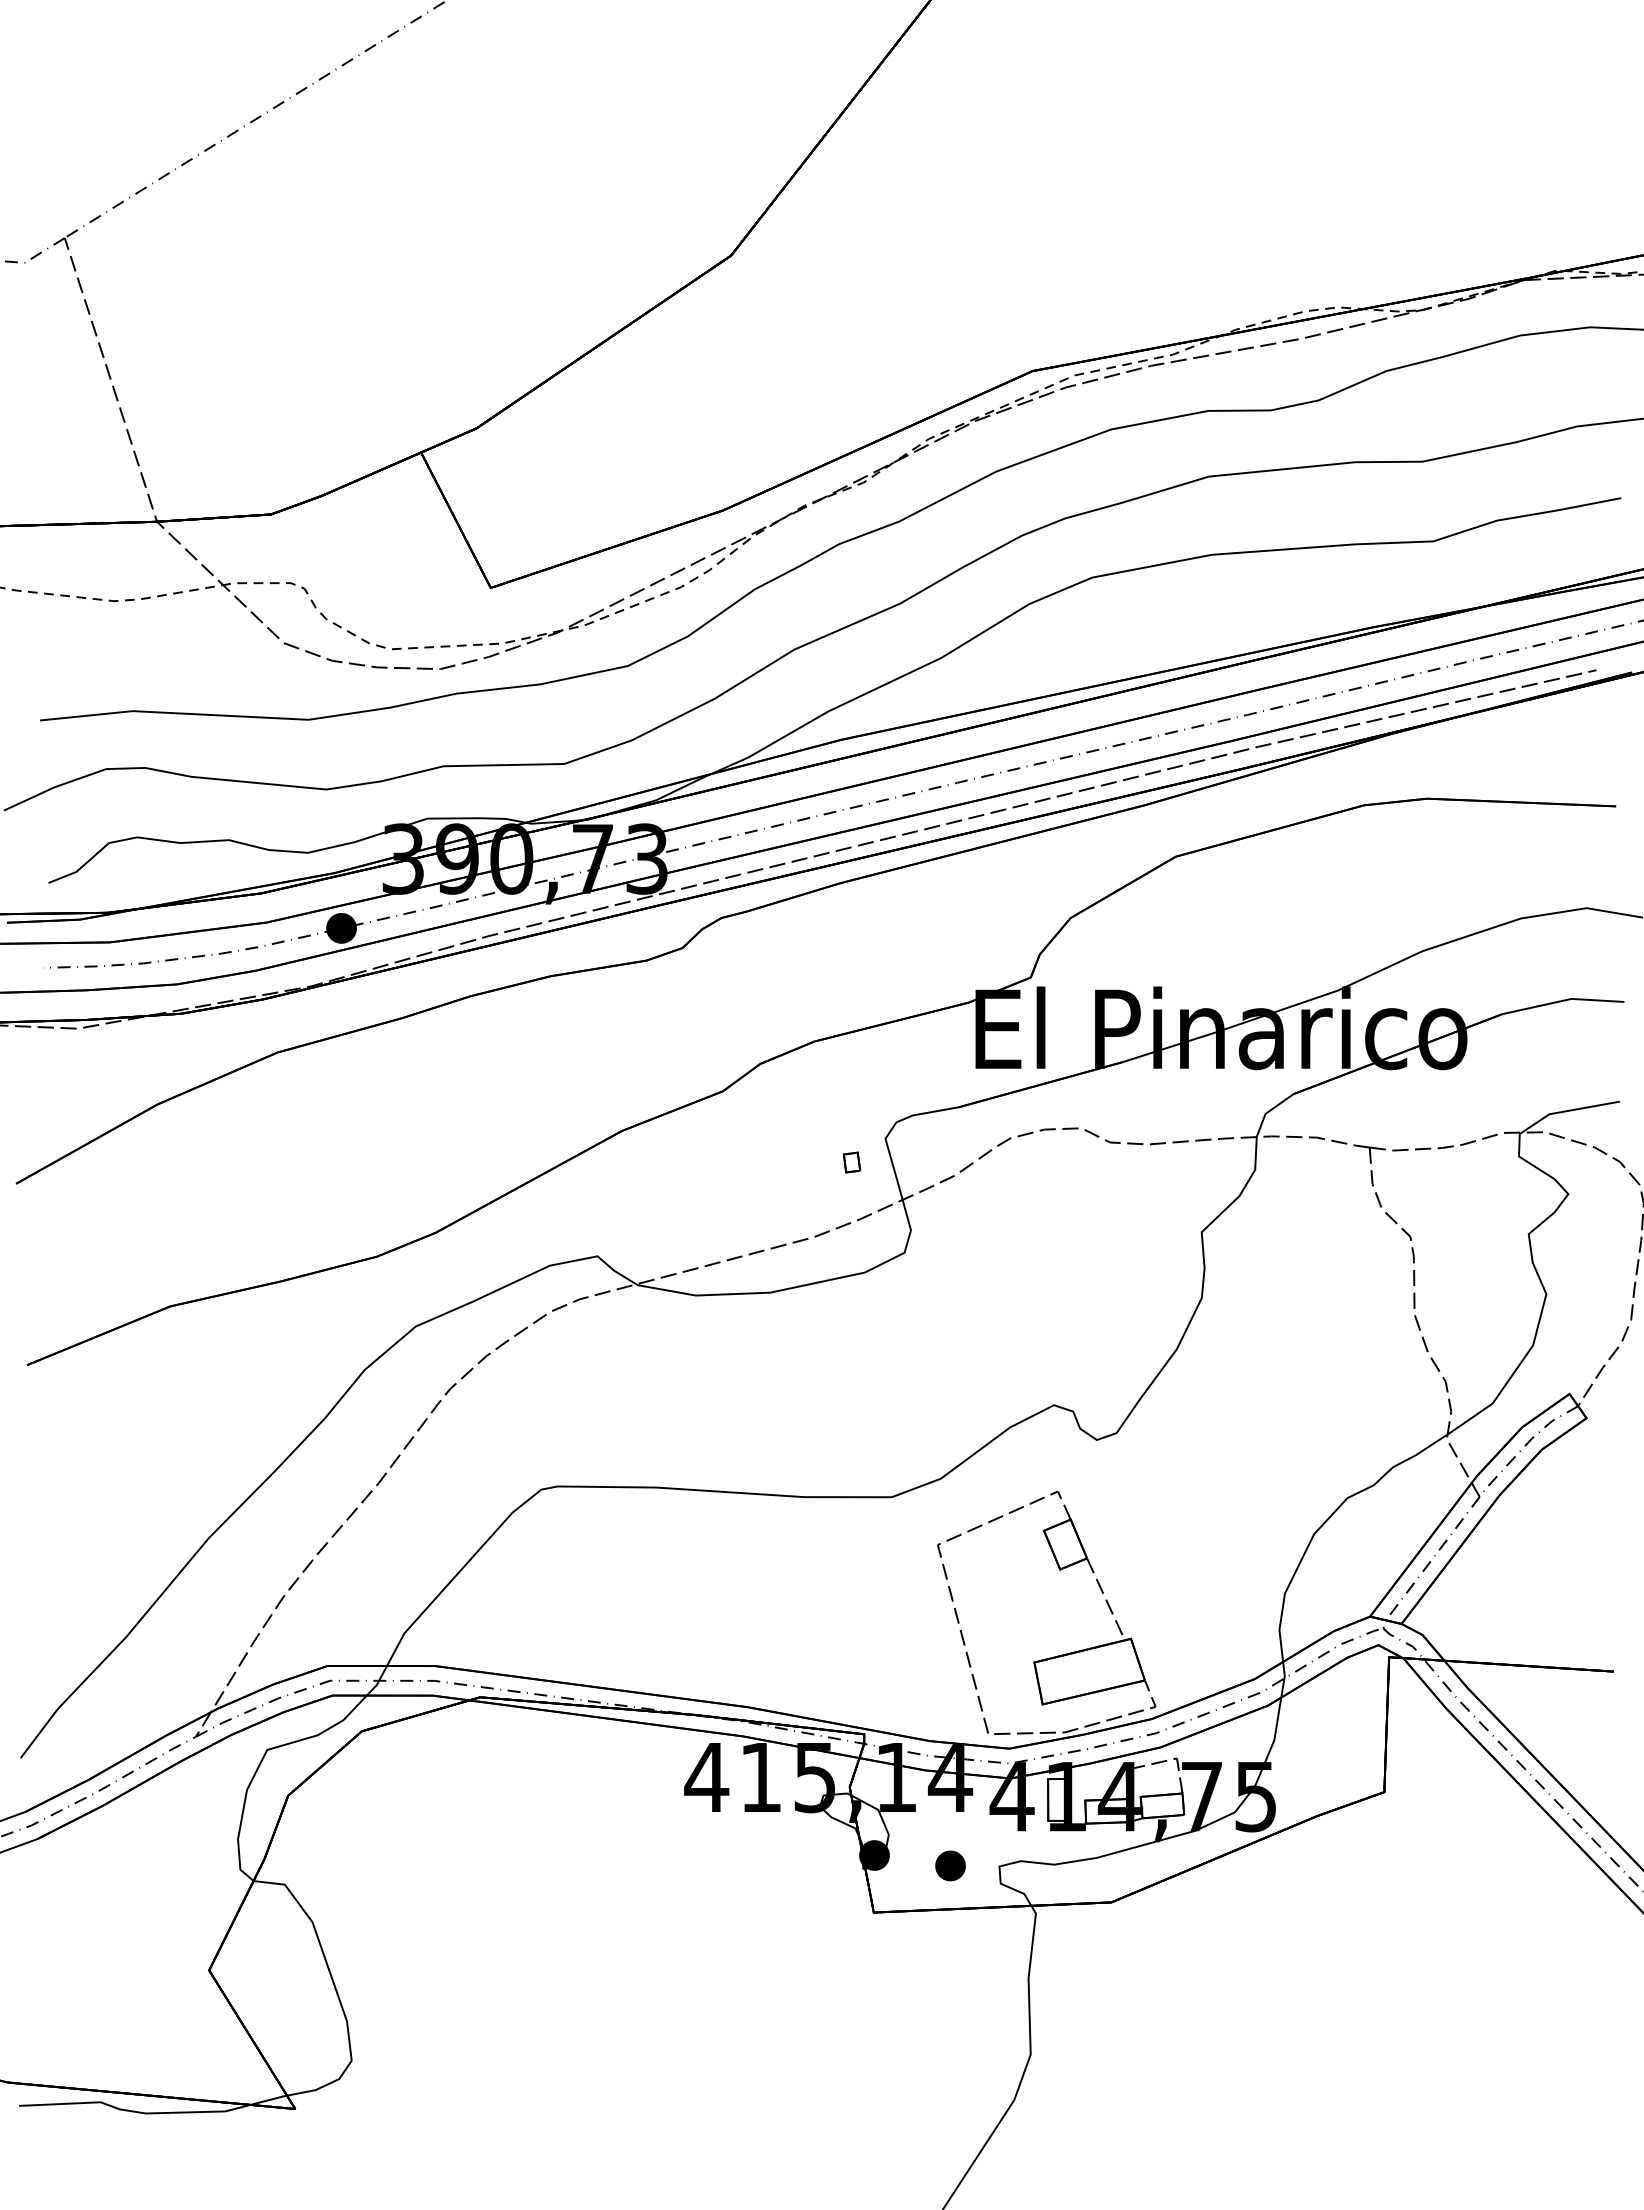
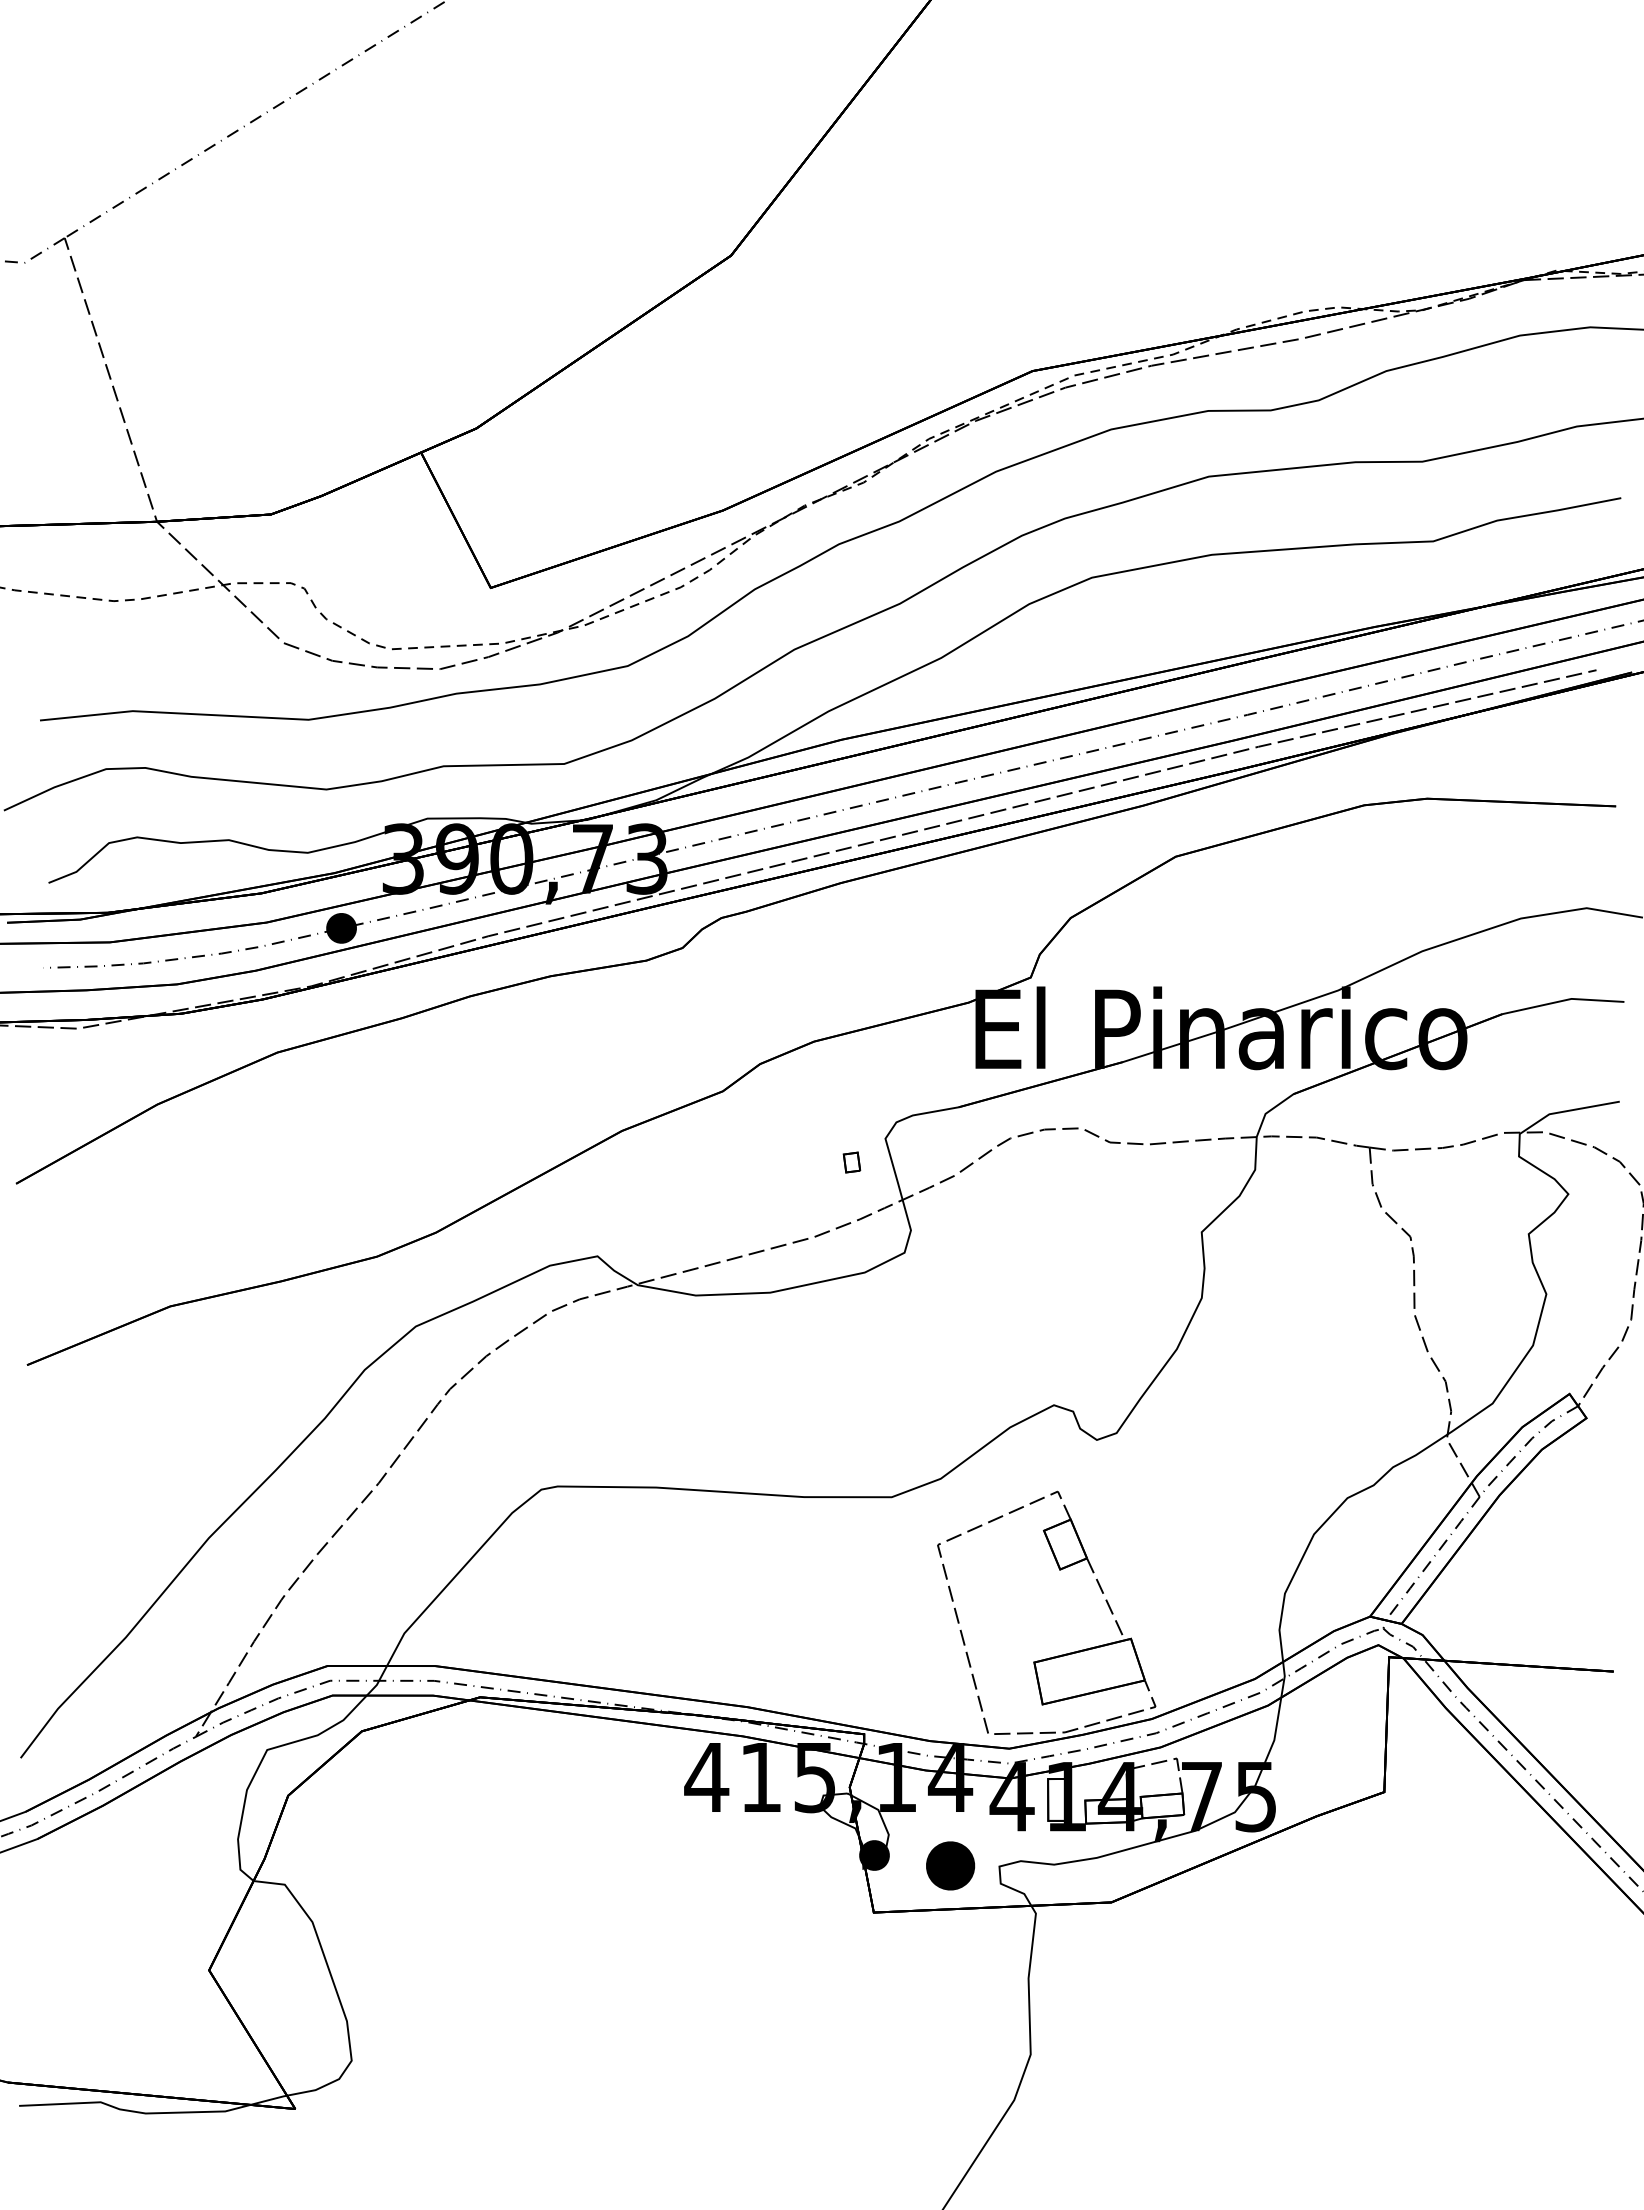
part at (950, 1865) size: 31x32 px -> 50x50 px
